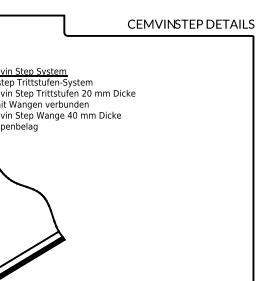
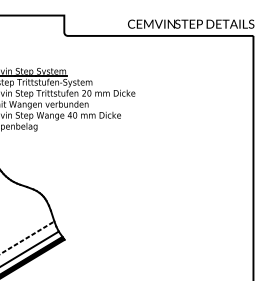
line at (27, 237): none -> present
